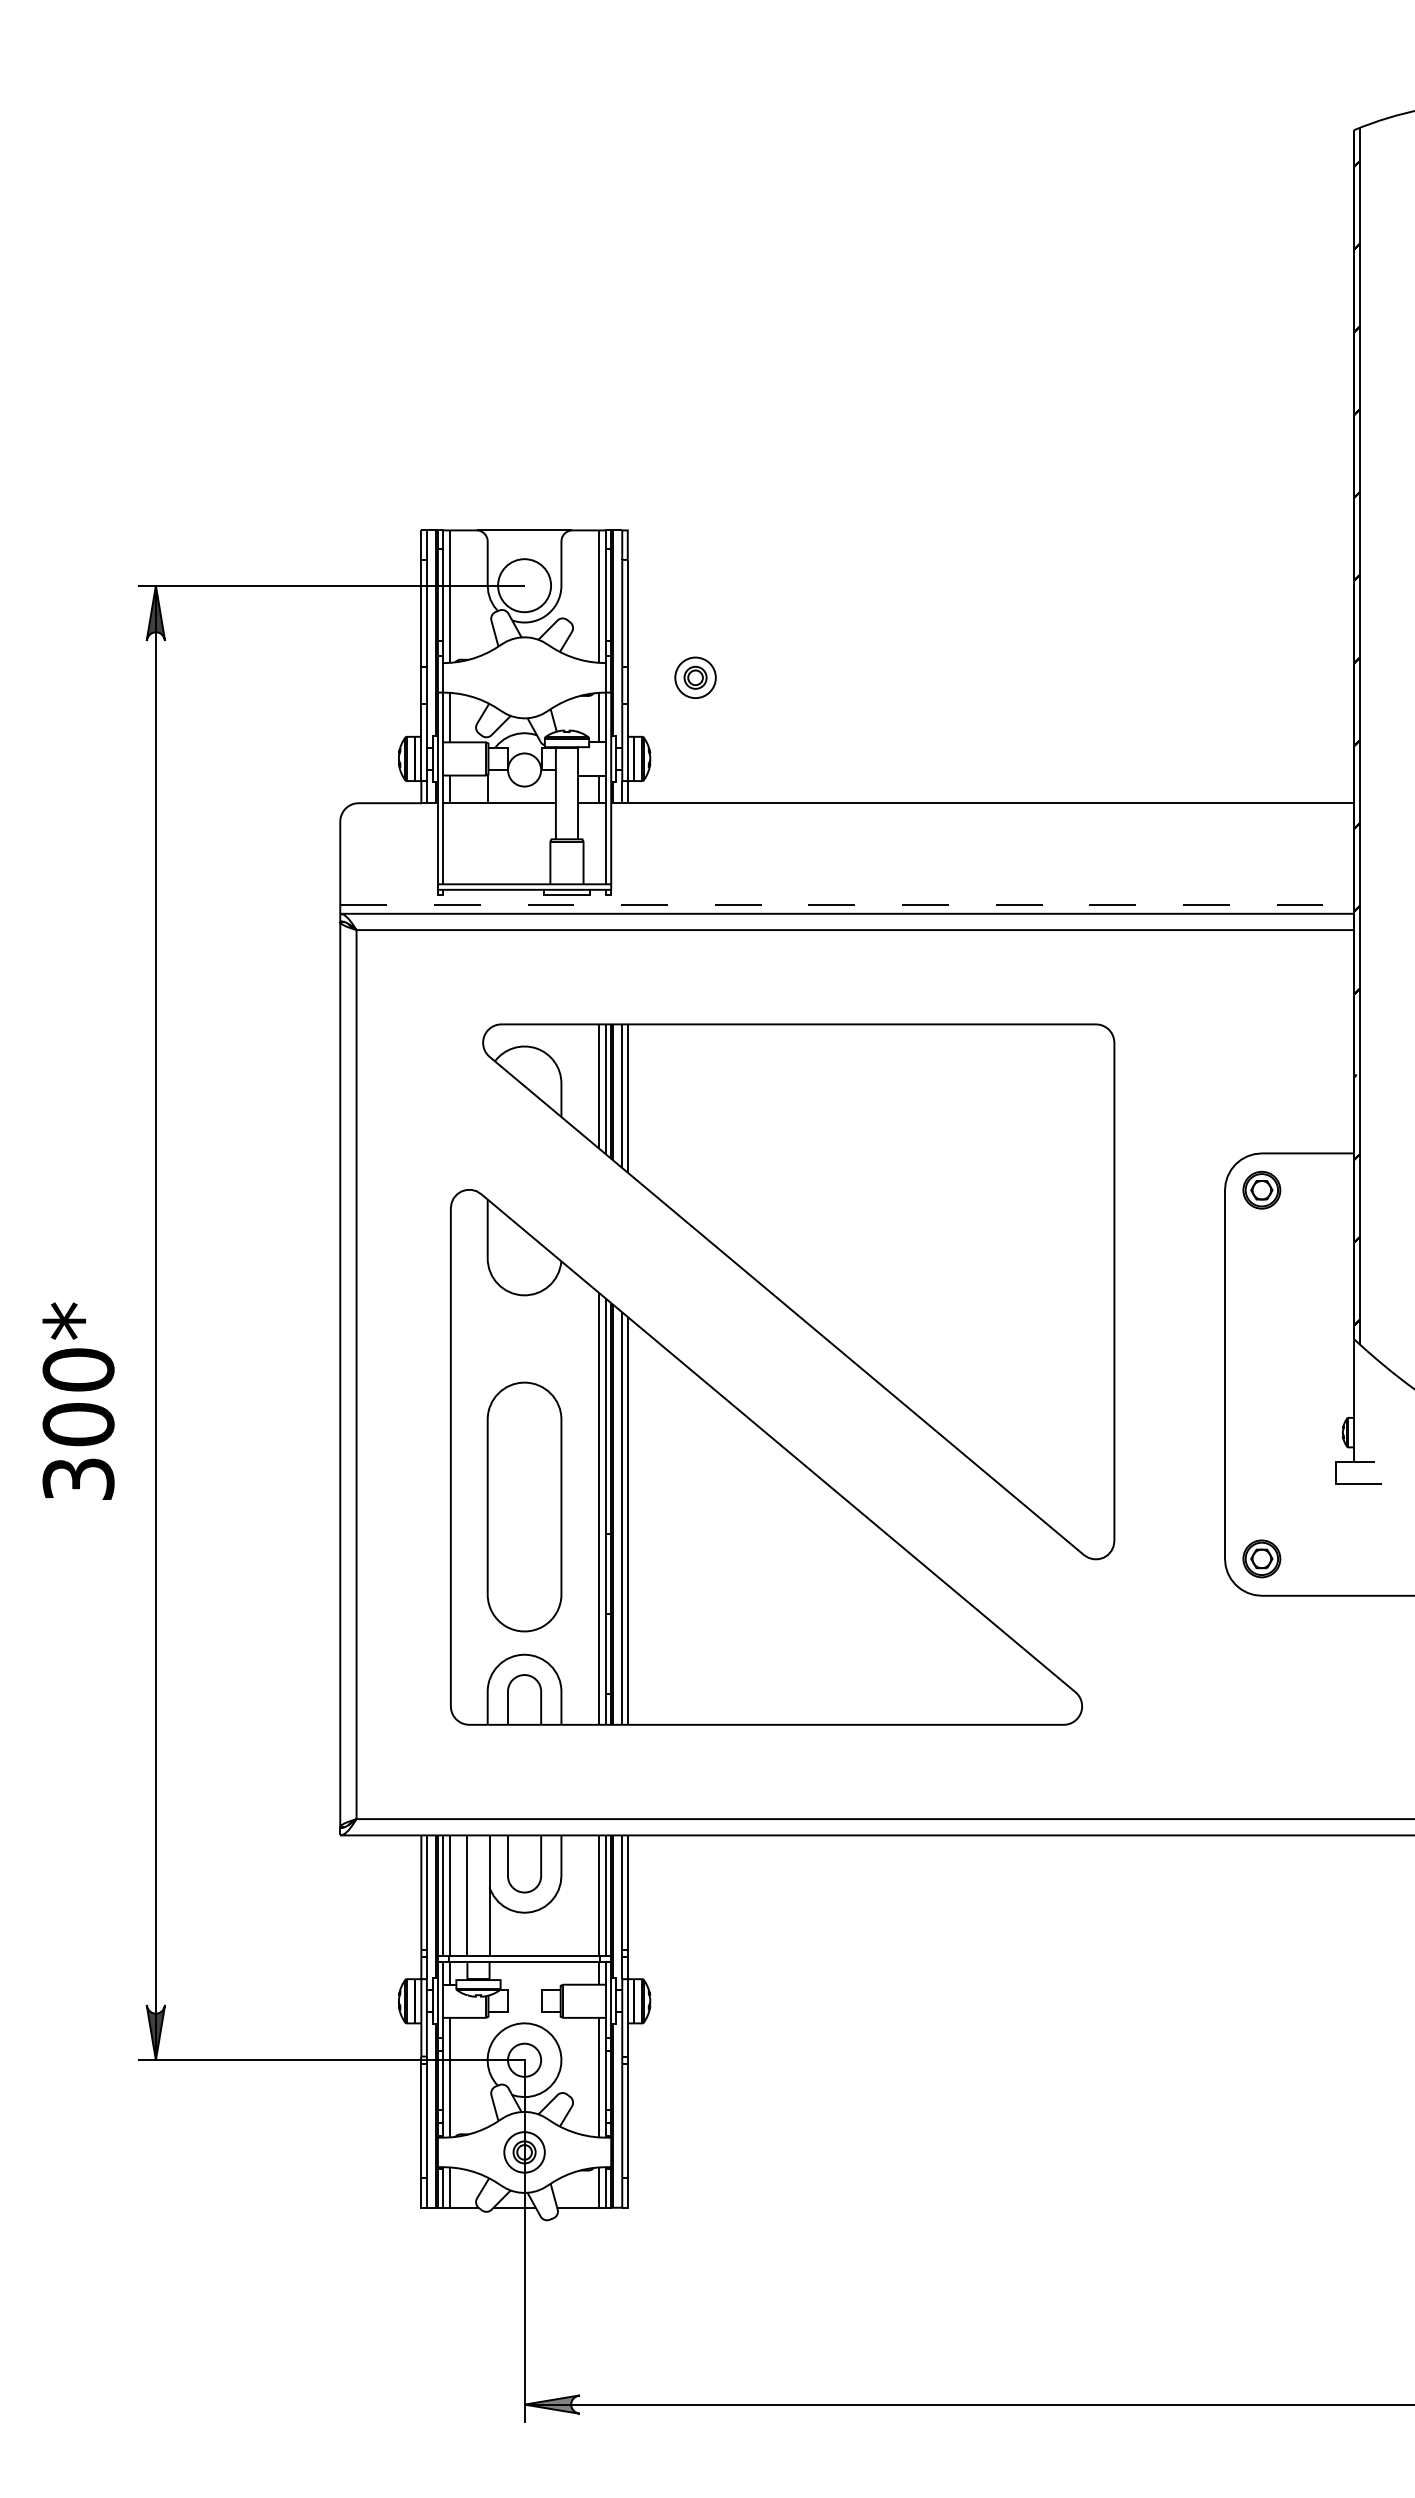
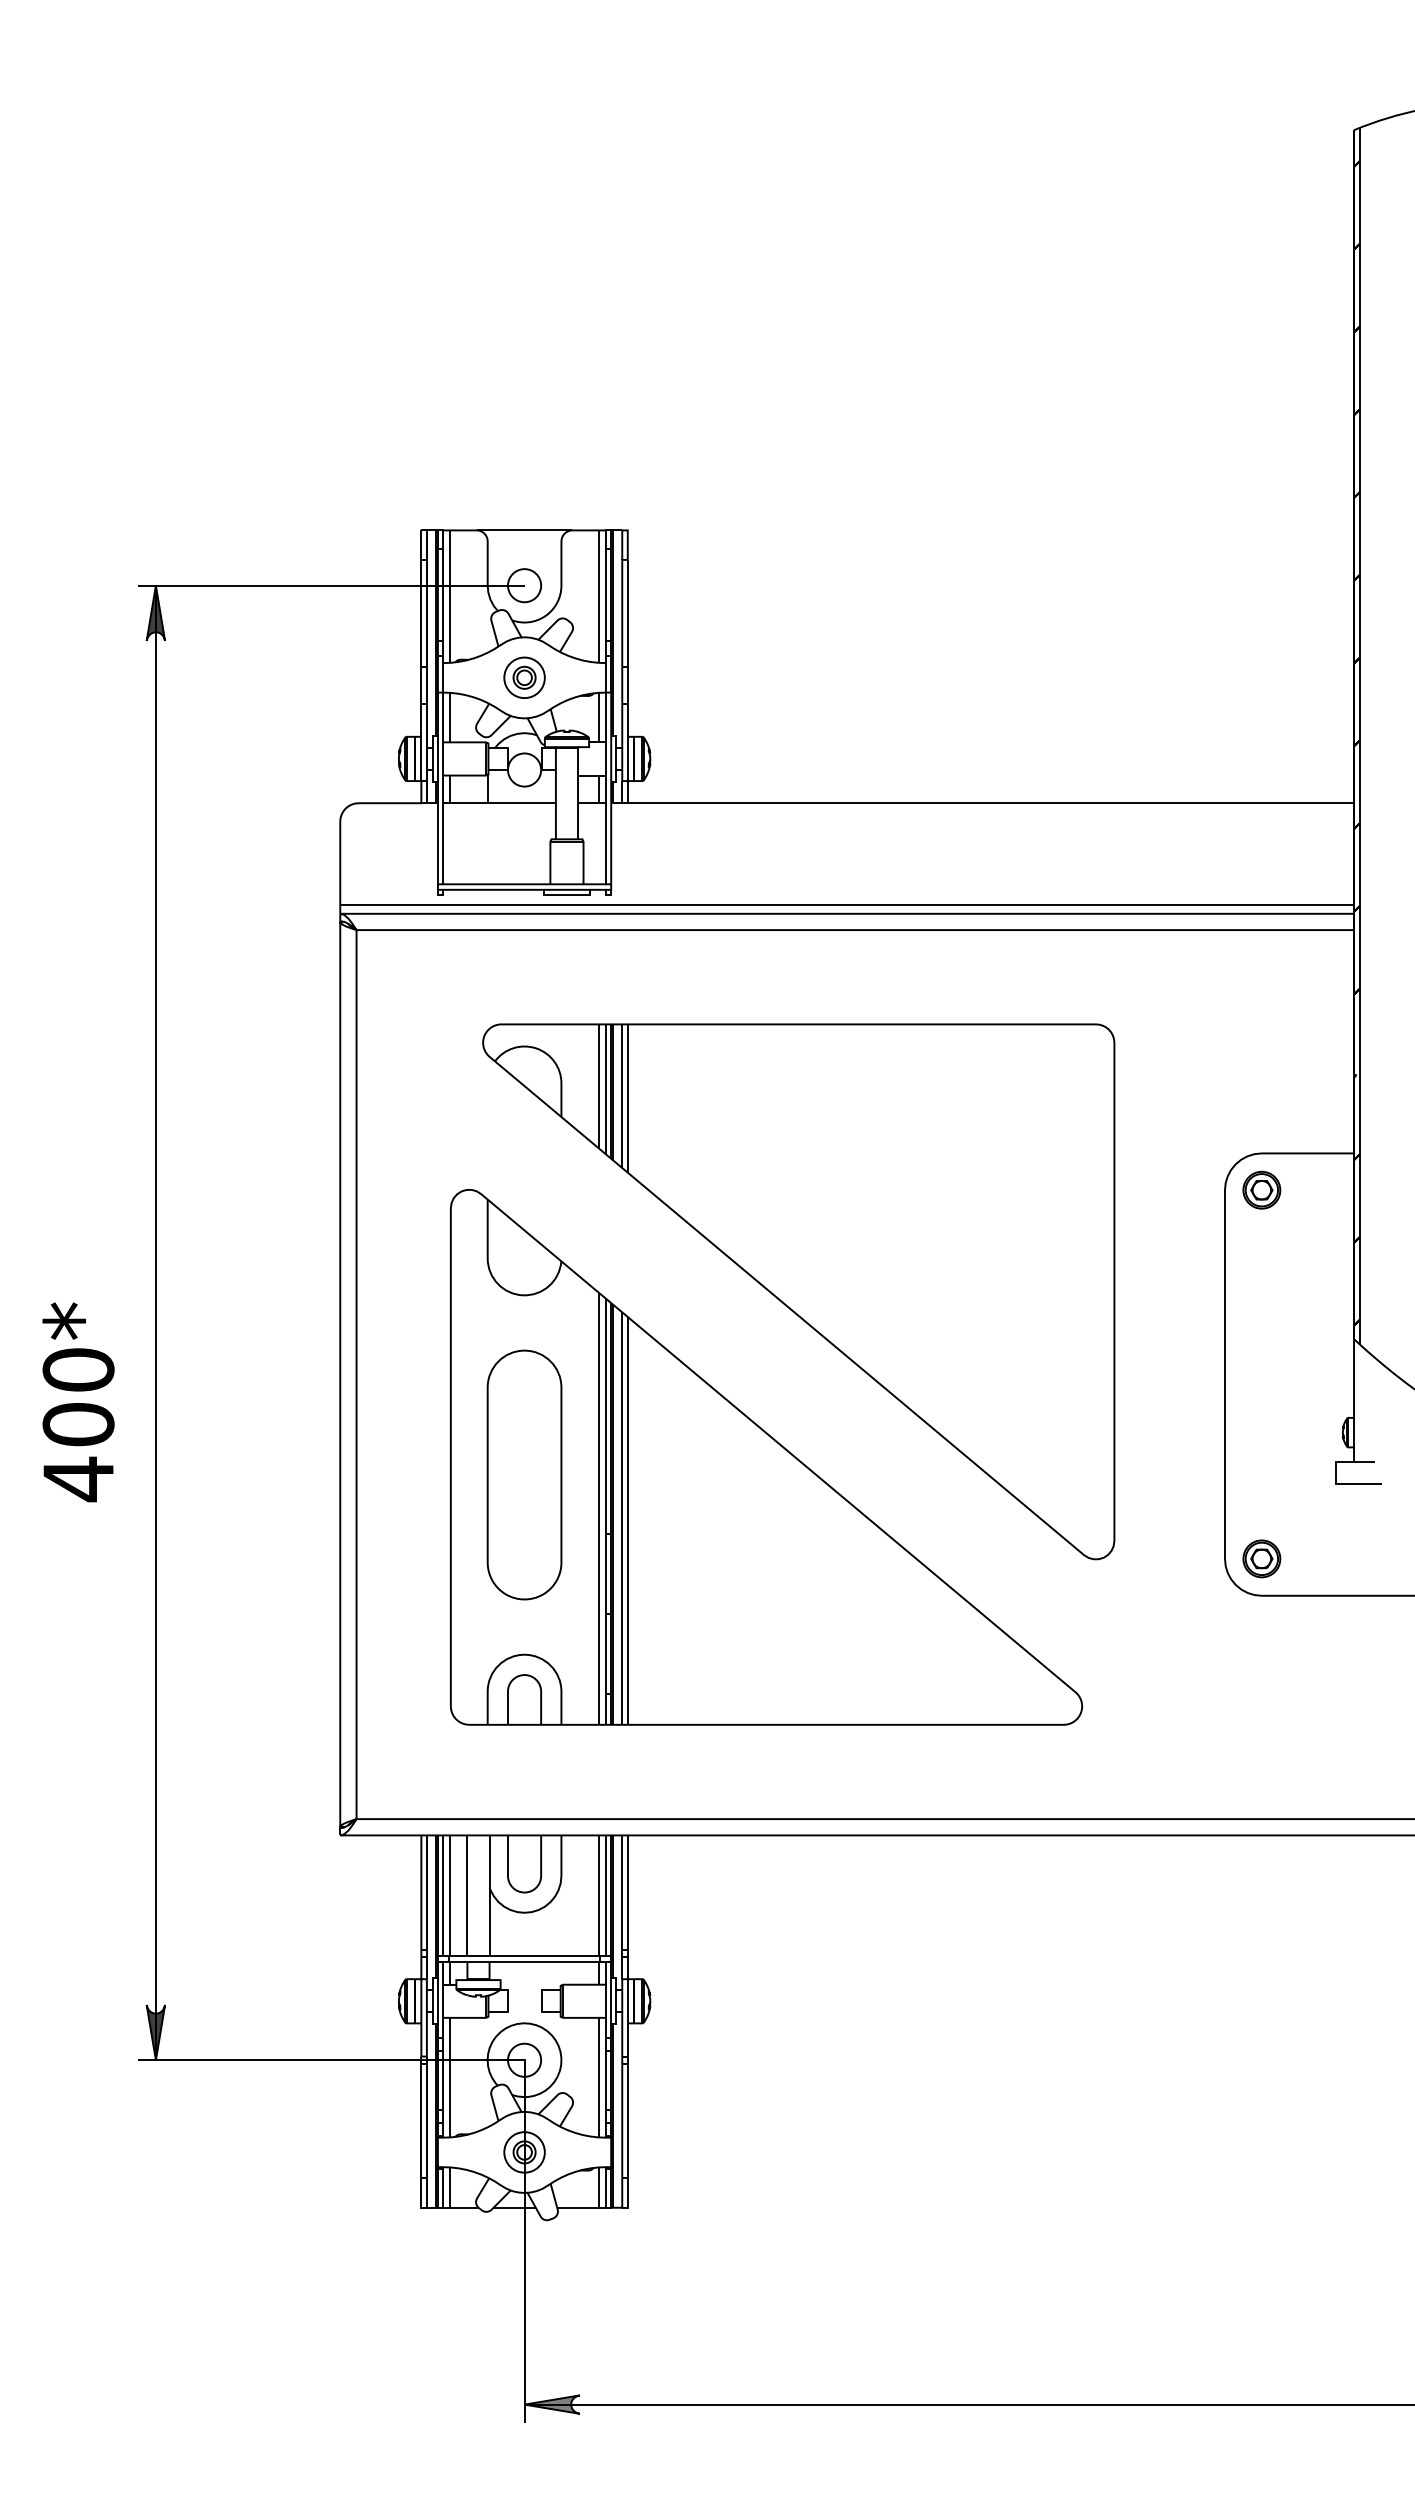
circle at (524, 585) diameter: 53 px -> 33 px
part at (695, 677) position: (695, 677) -> (524, 677)
line at (847, 904): dashed -> solid
text at (78, 1479): 300* -> 400*
part at (524, 1506) position: (524, 1506) -> (524, 1474)
